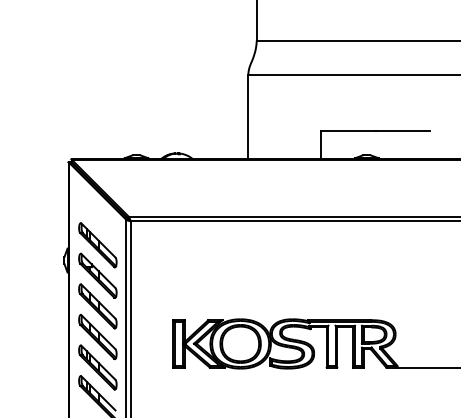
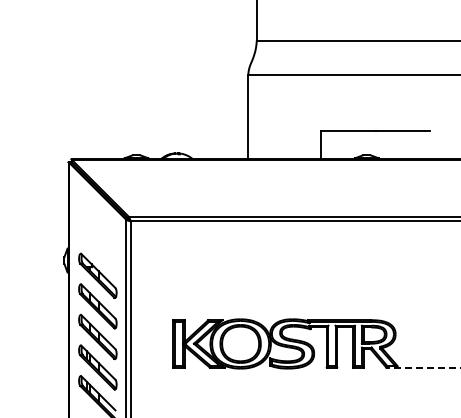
part at (97, 245): present -> none
line at (423, 367): solid -> dashed
